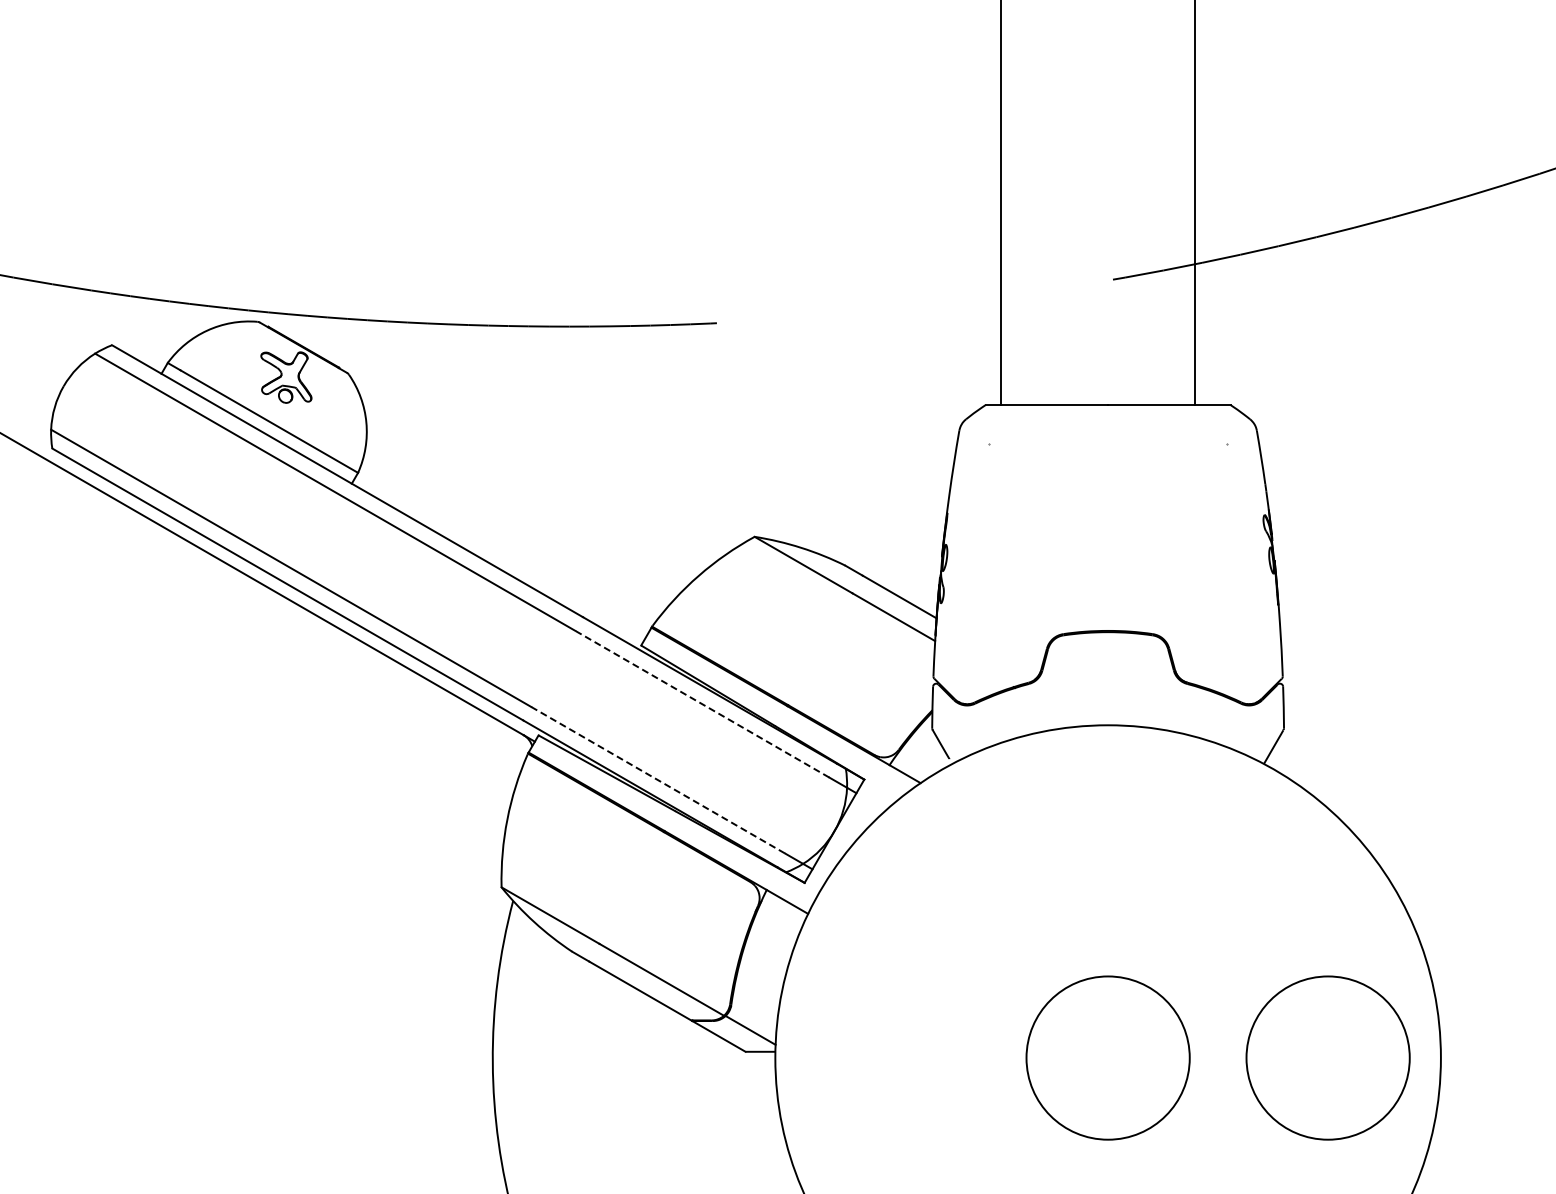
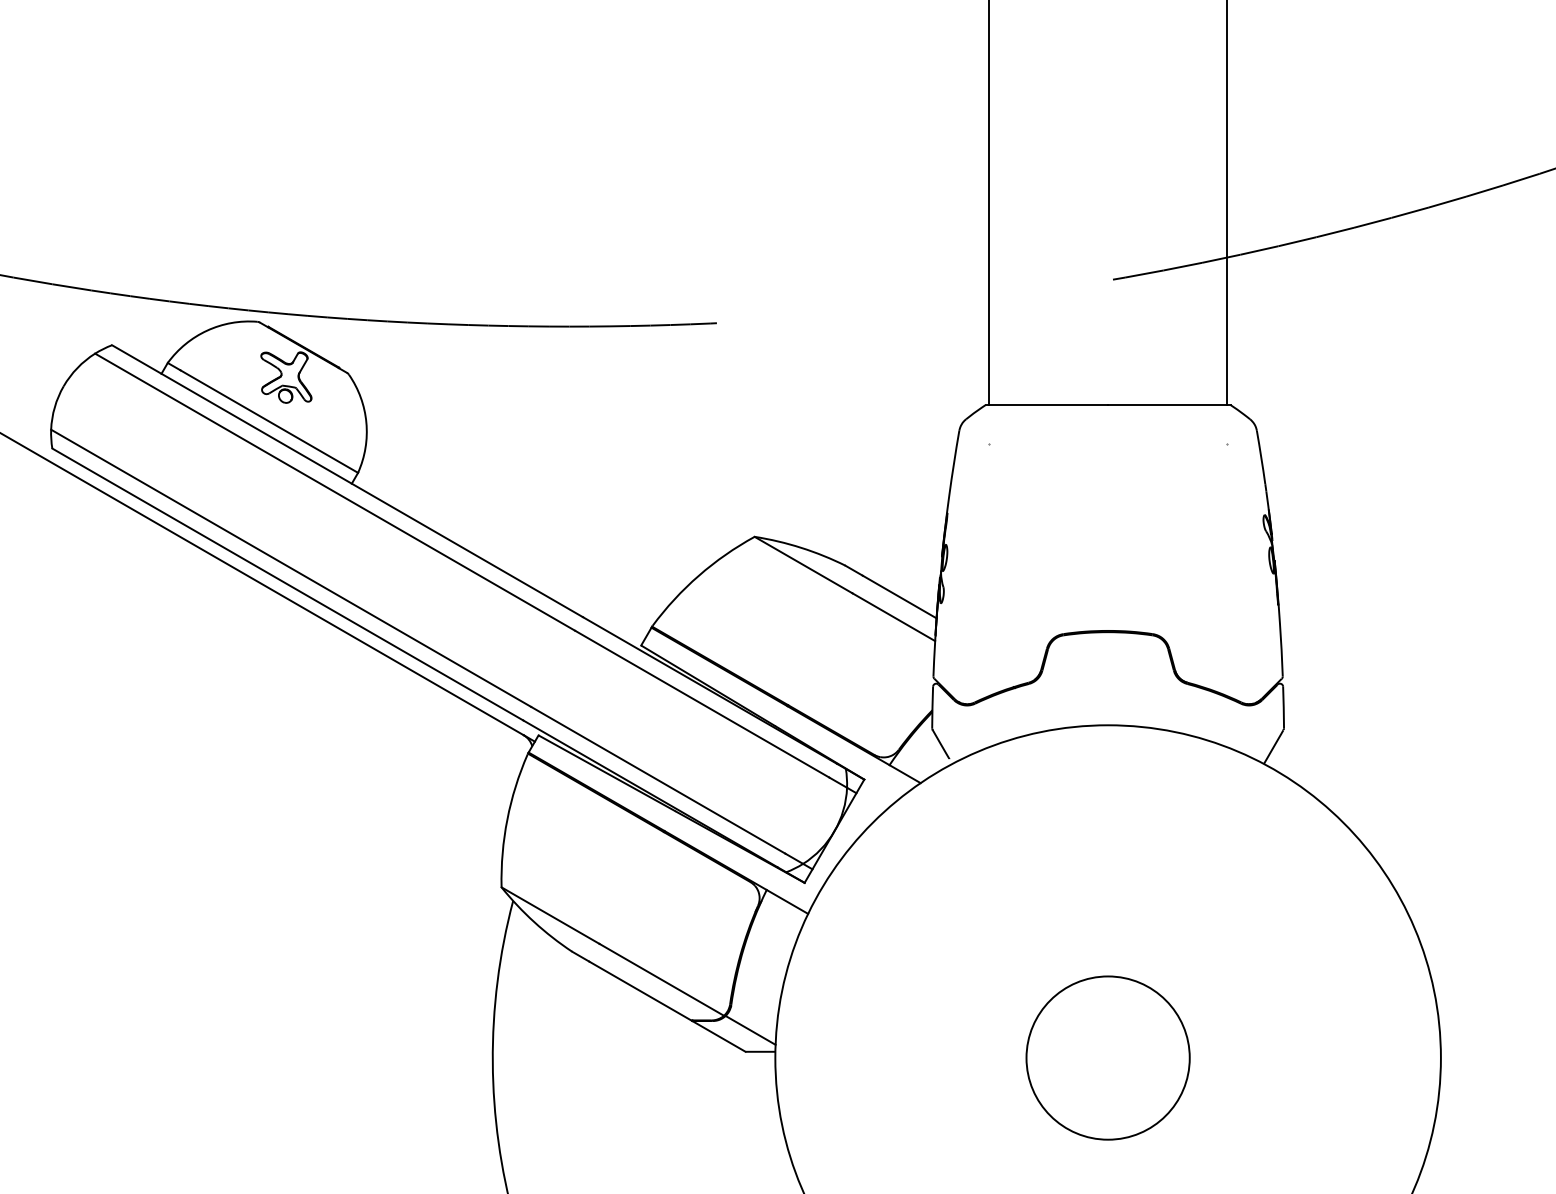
line at (1000, 203) position: (1000, 203) -> (988, 203)
line at (1195, 203) position: (1195, 203) -> (1227, 203)
line at (702, 704): dashed -> solid
line at (658, 780): dashed -> solid
circle at (1327, 1057): present -> none
